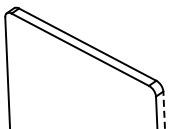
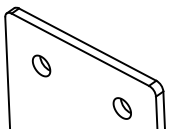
part at (41, 65): none -> present
part at (121, 108): none -> present
line at (164, 109): dashed -> solid
